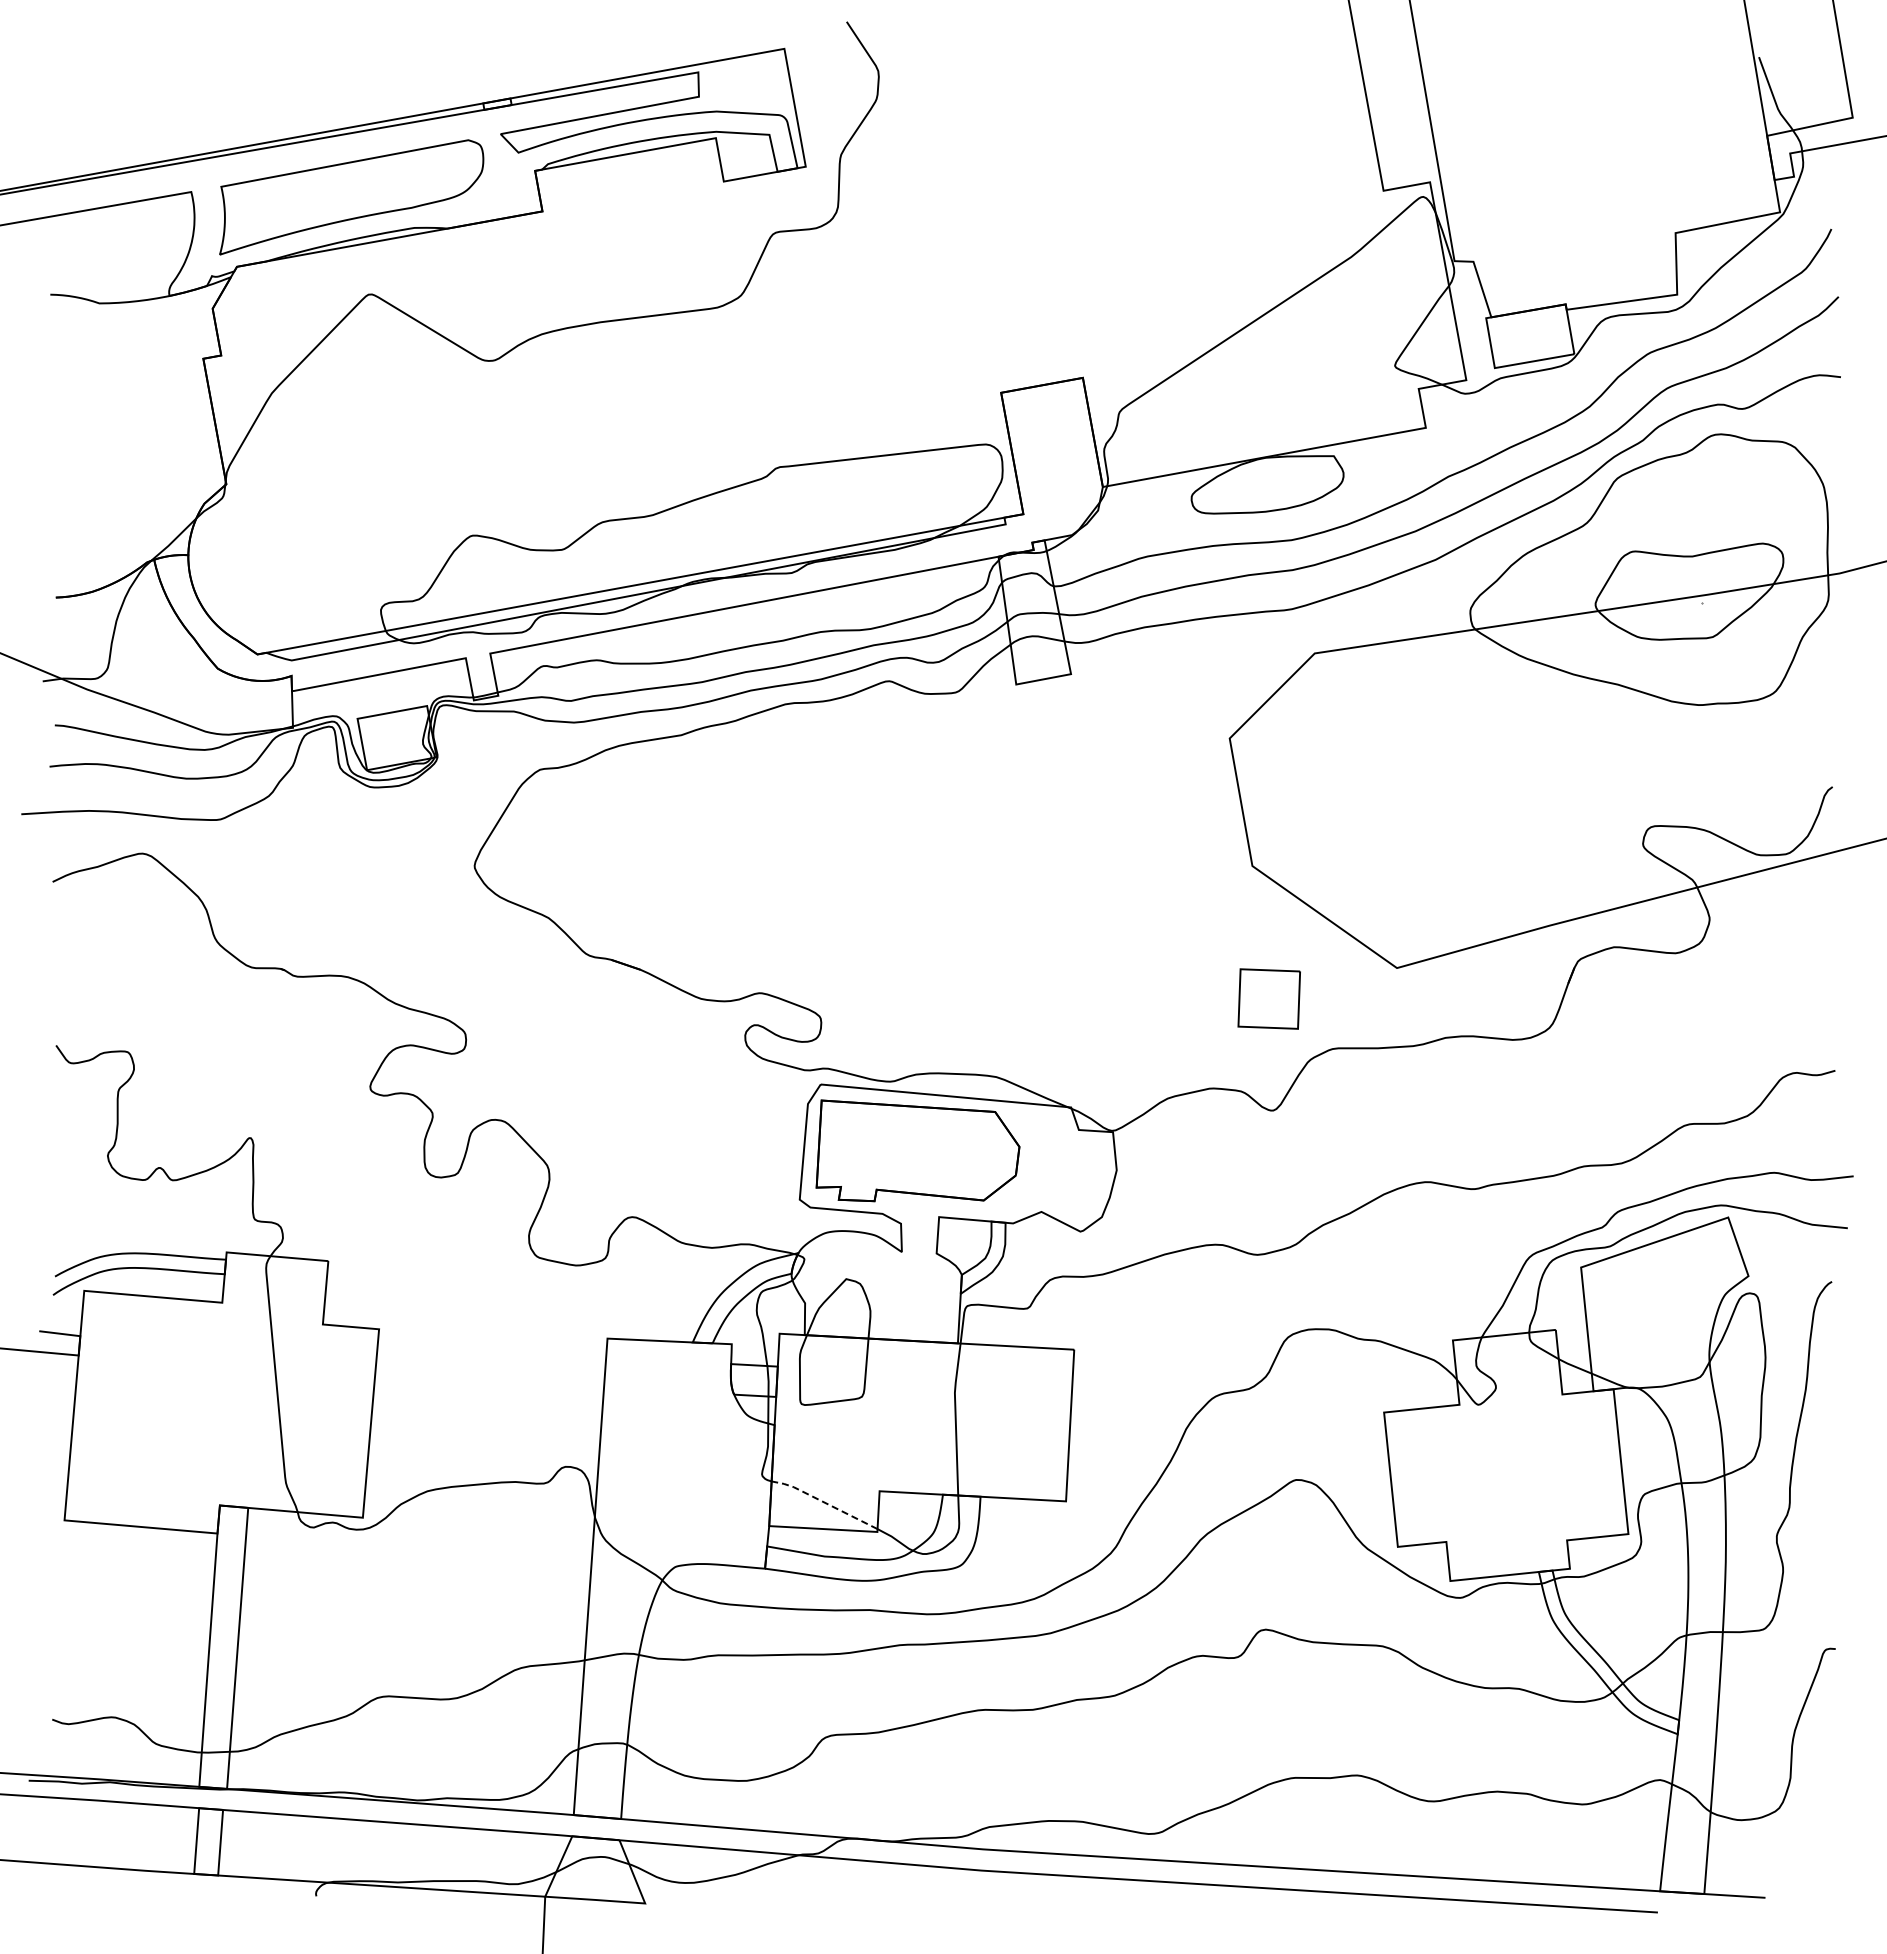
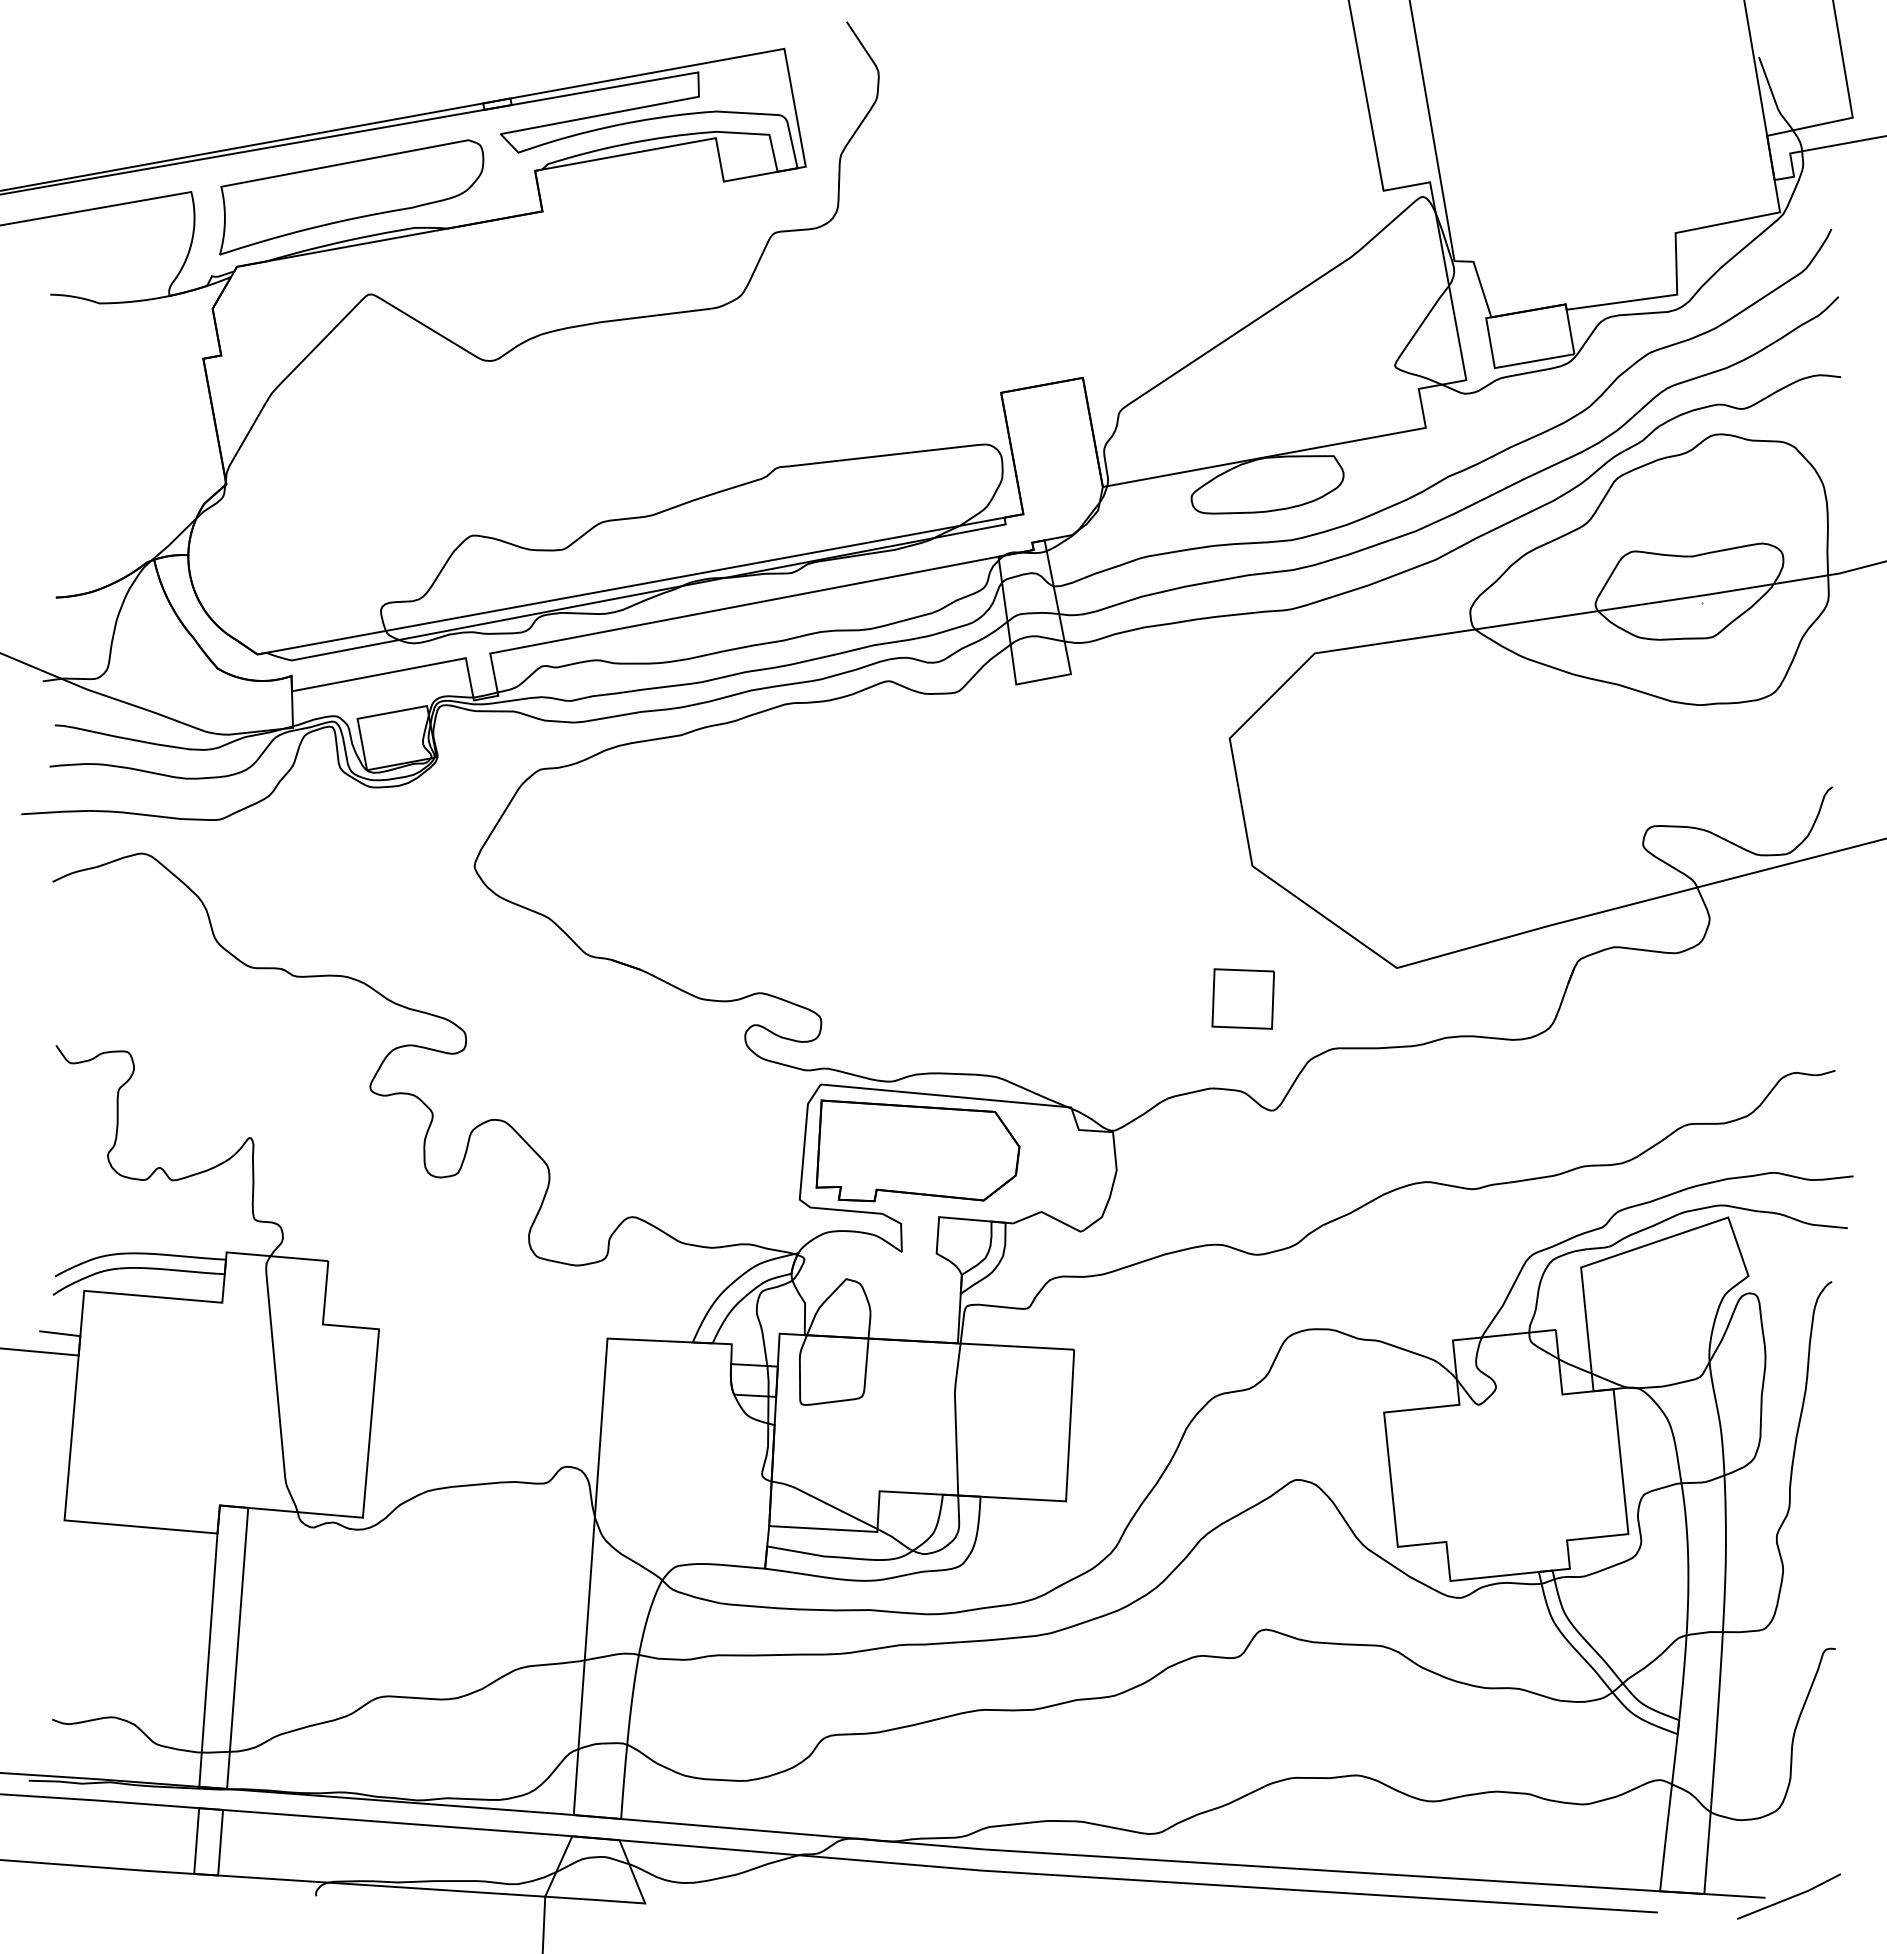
part at (1268, 998) position: (1268, 998) -> (1242, 998)
line at (824, 1502): dashed -> solid
line at (1788, 1897): none -> present
